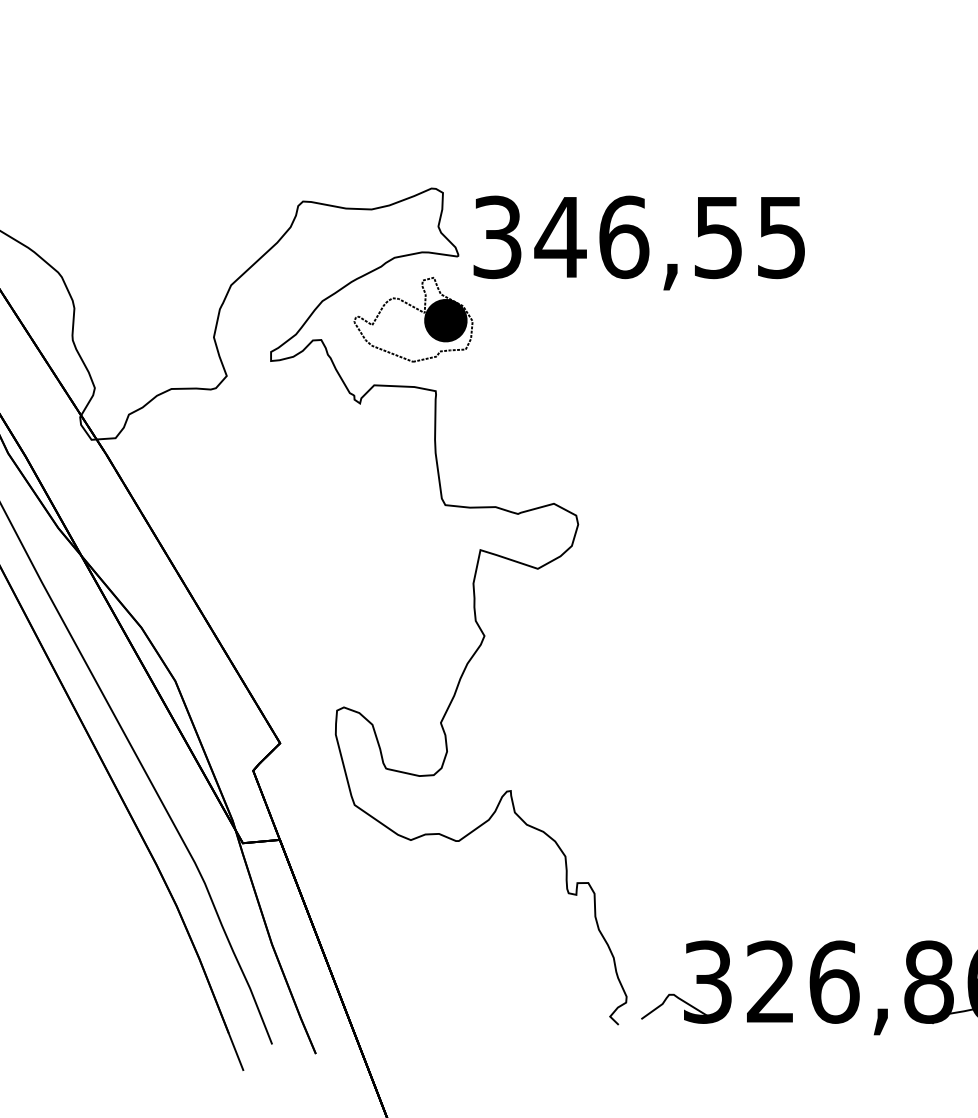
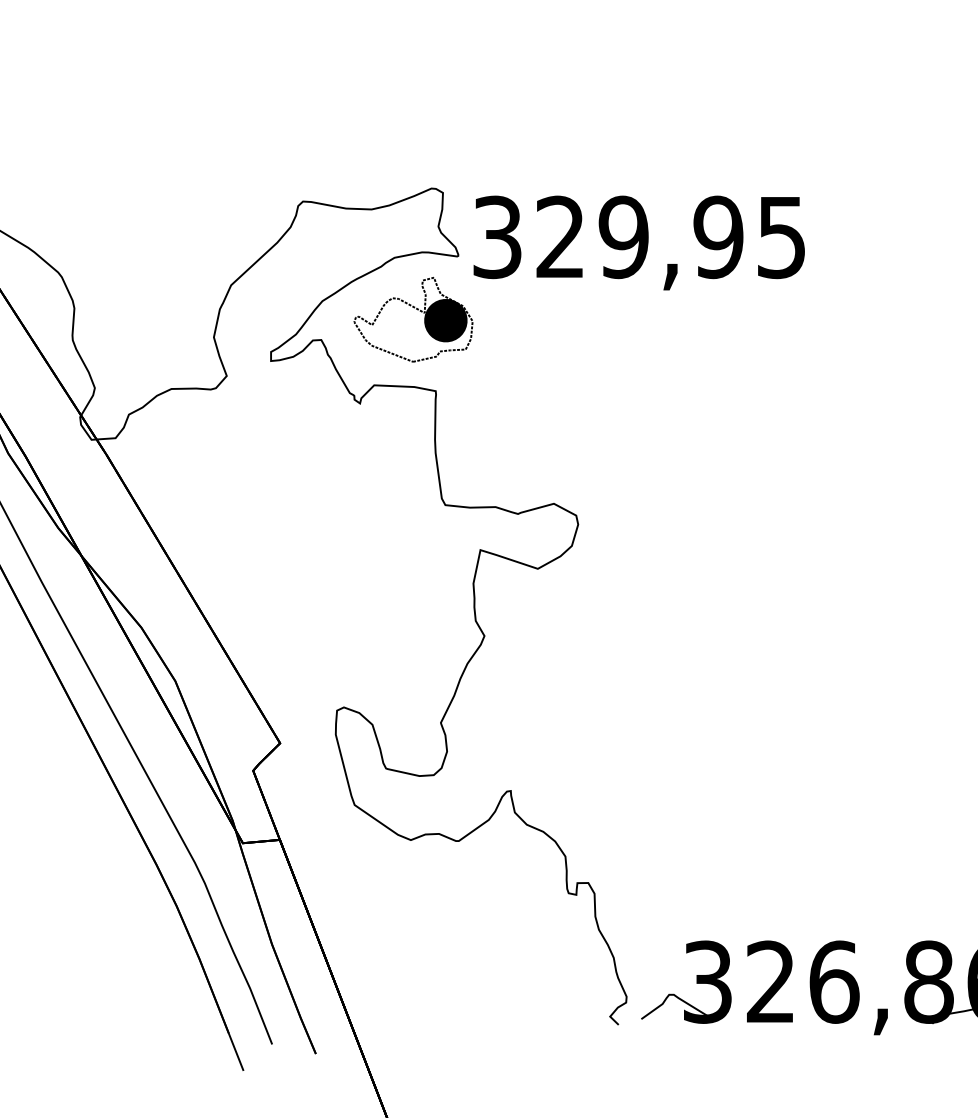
text at (638, 237): 346,55 -> 329,95
